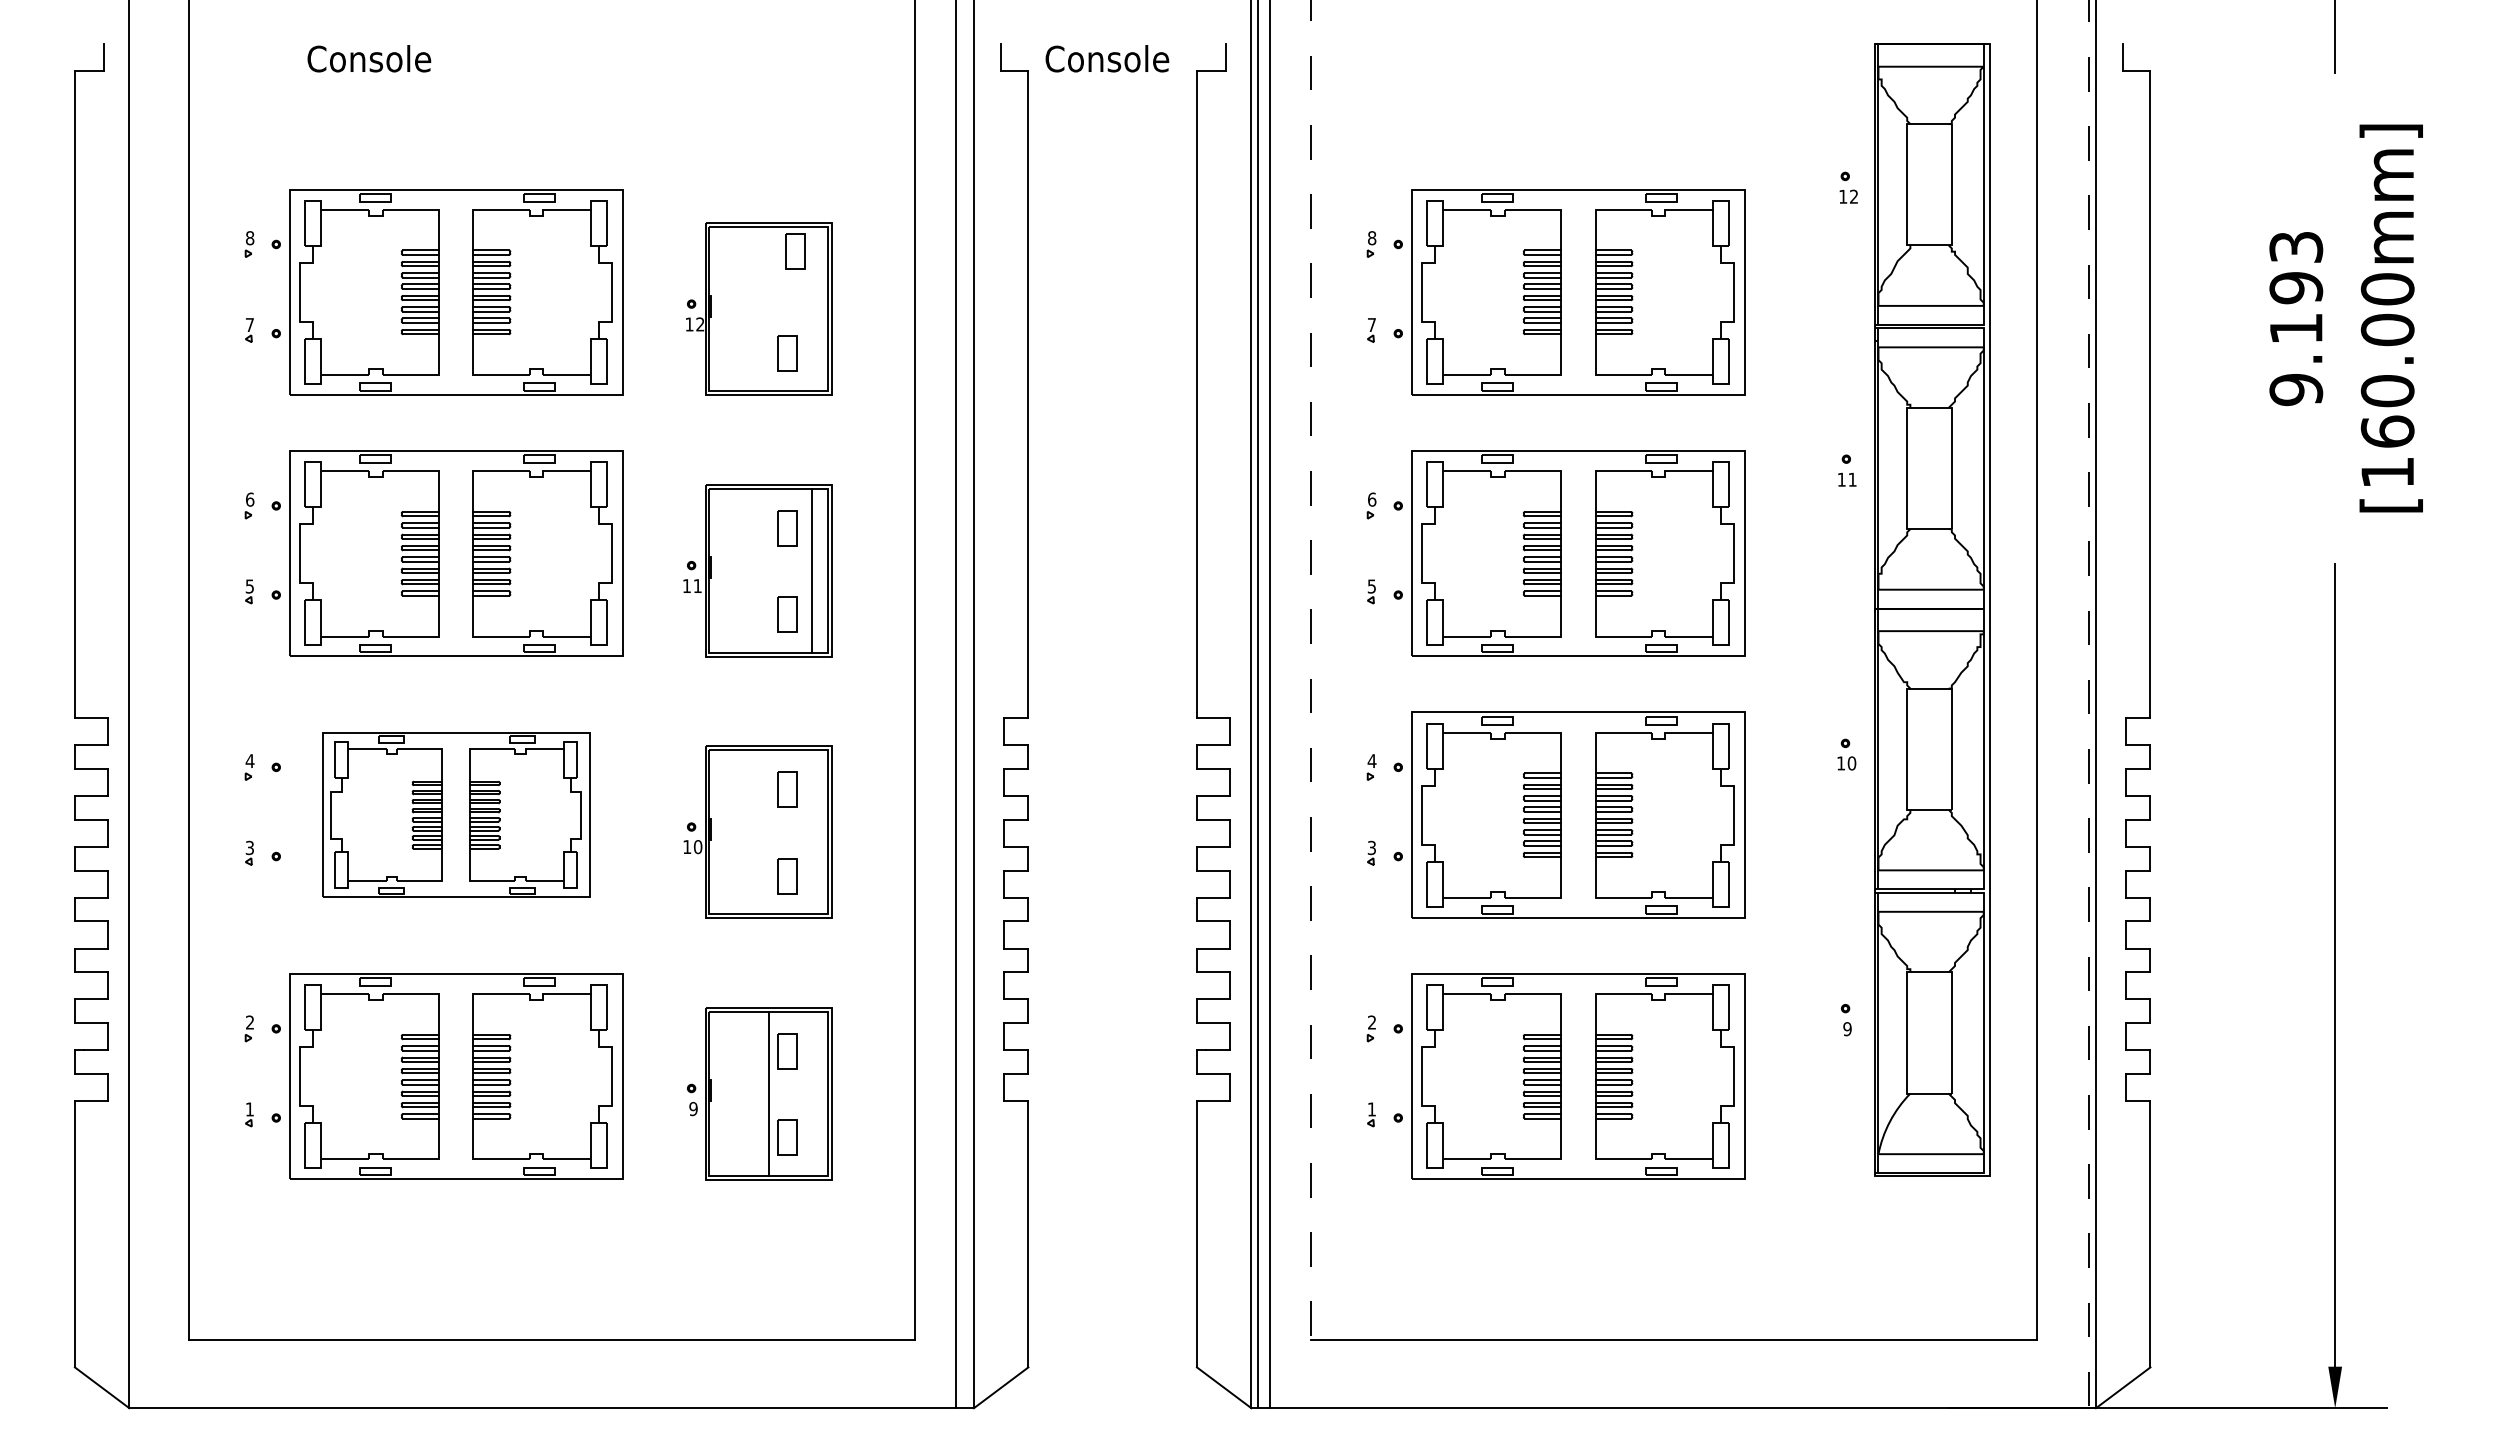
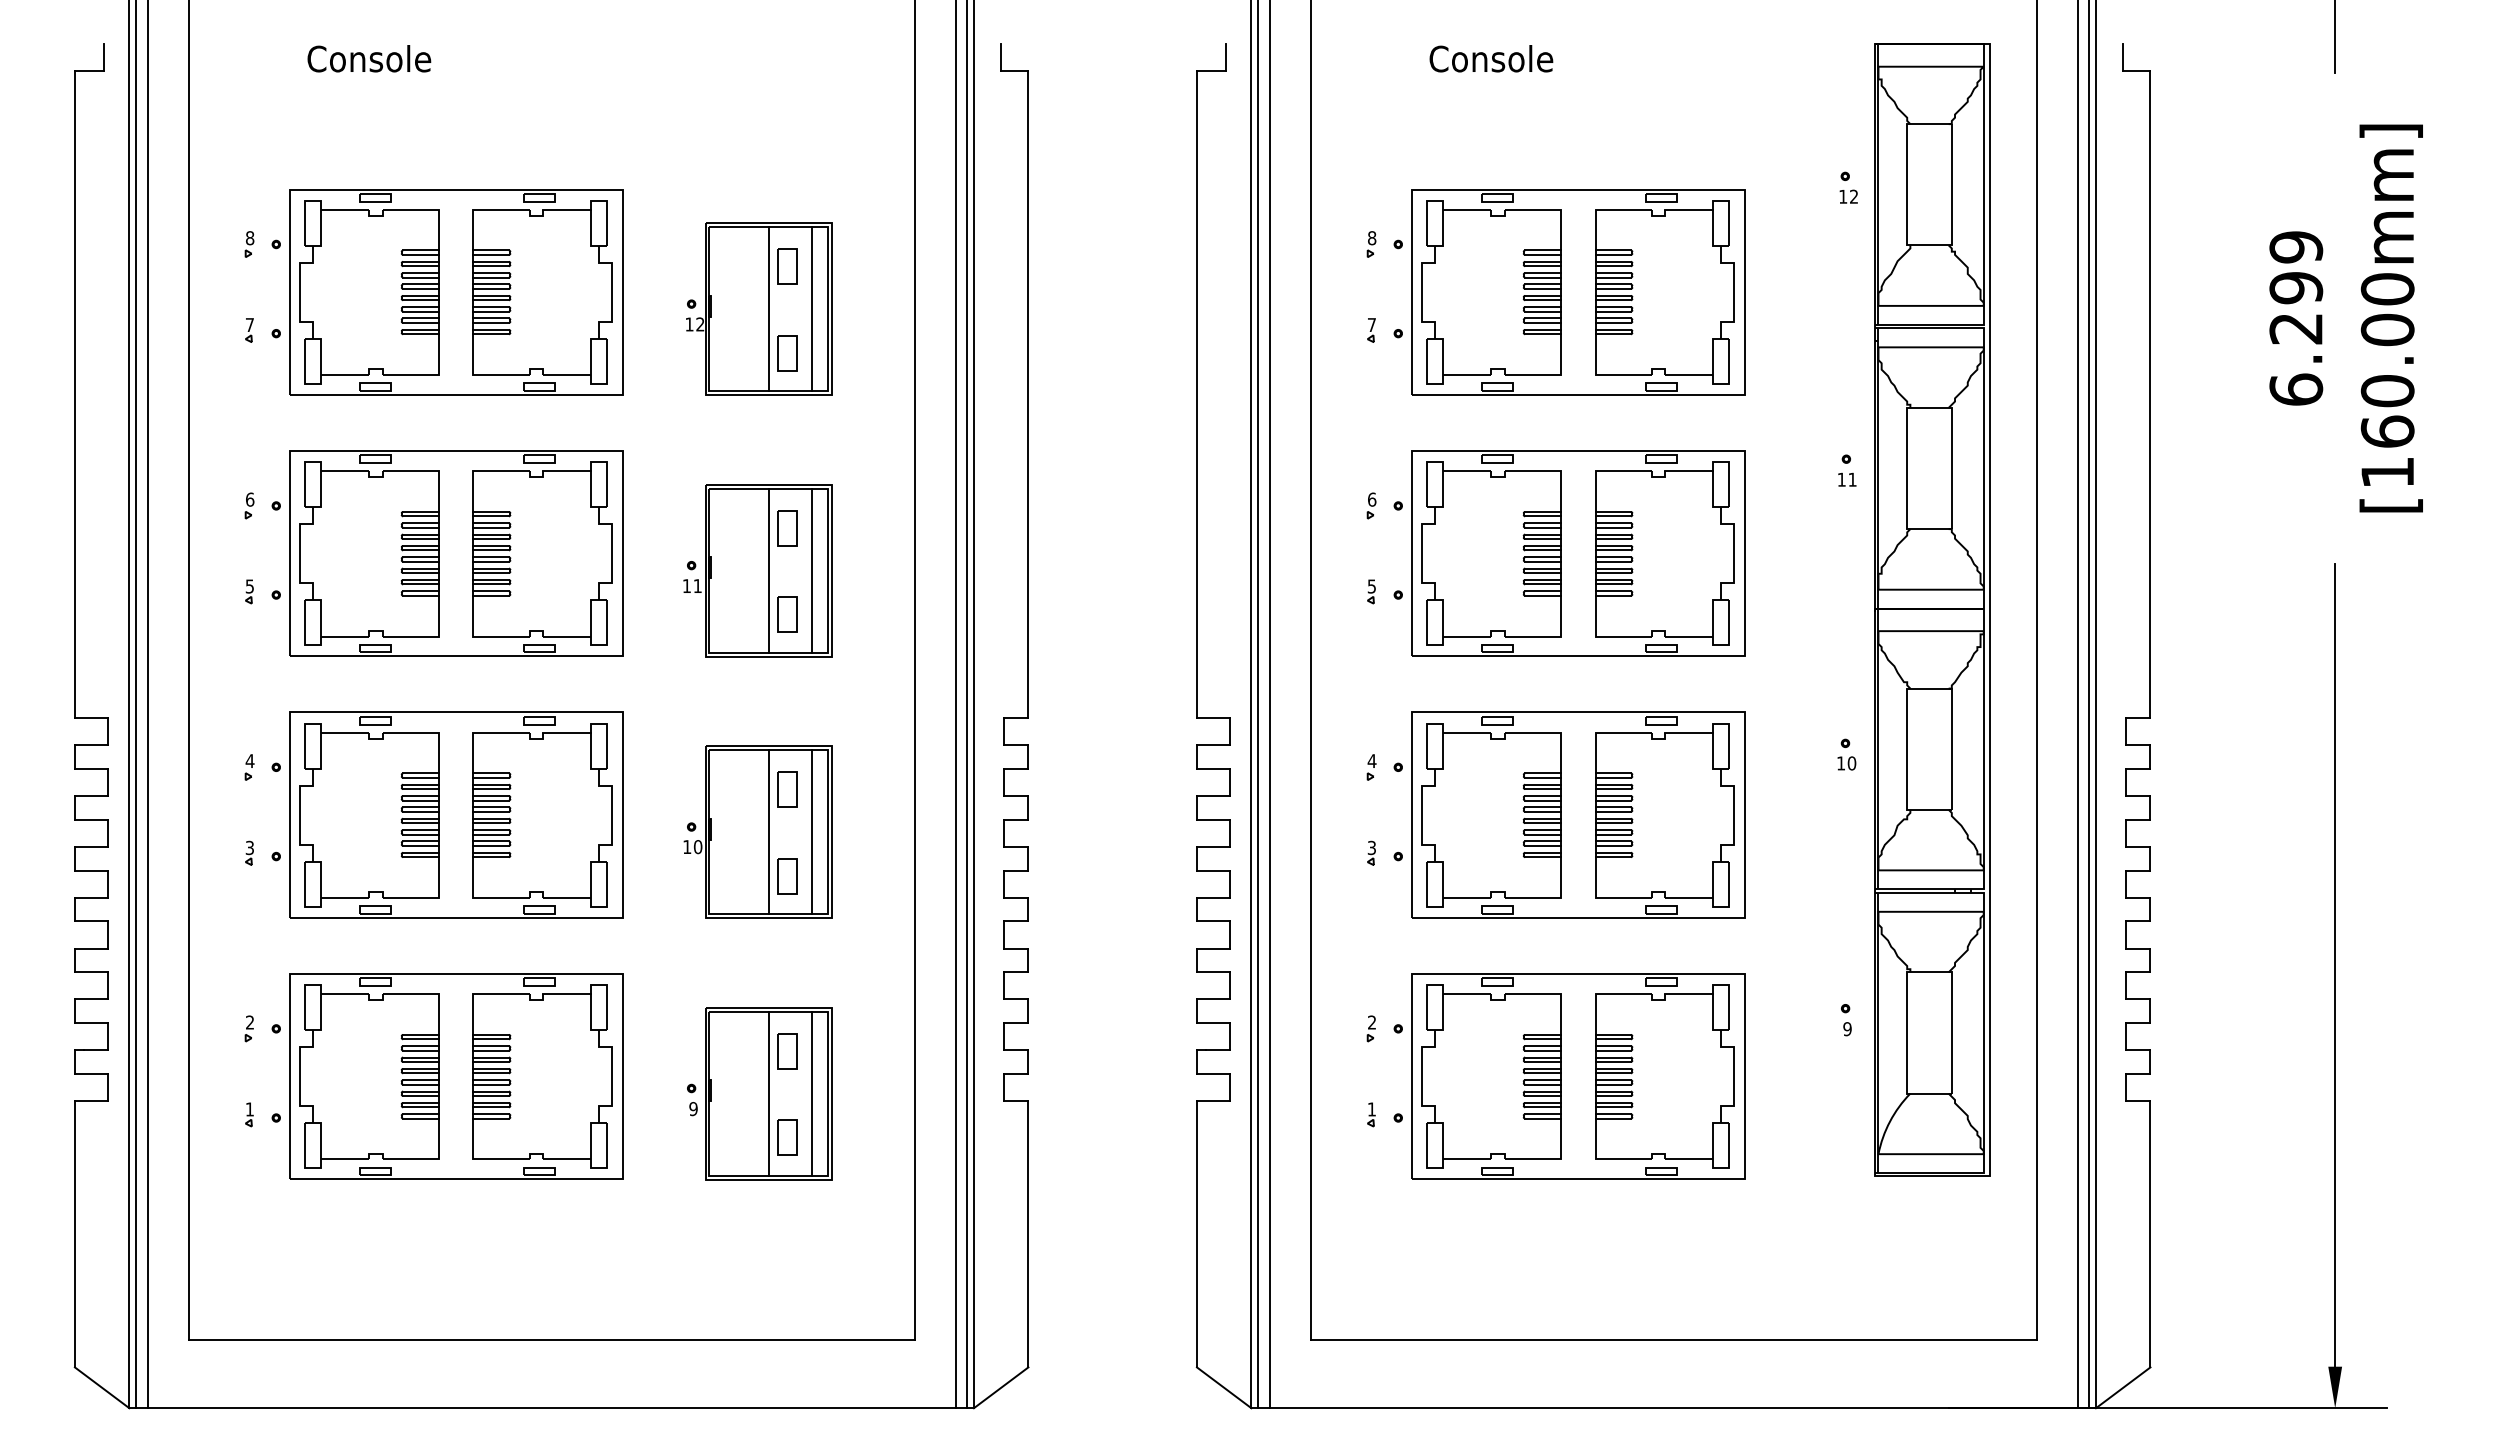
text at (1107, 58) position: (1107, 58) -> (1491, 58)
part at (795, 251) position: (795, 251) -> (787, 266)
line at (768, 309): none -> present
line at (811, 309): none -> present
text at (2296, 318): 9.193 -> 6.299
line at (768, 570): none -> present
line at (1310, 670): dashed -> solid
line at (2089, 704): dashed -> solid
line at (136, 705): none -> present
line at (147, 705): none -> present
line at (967, 705): none -> present
line at (2077, 705): none -> present
part at (456, 814) size: 269x166 px -> 335x208 px
line at (768, 832): none -> present
line at (811, 832): none -> present
line at (811, 1093): none -> present
